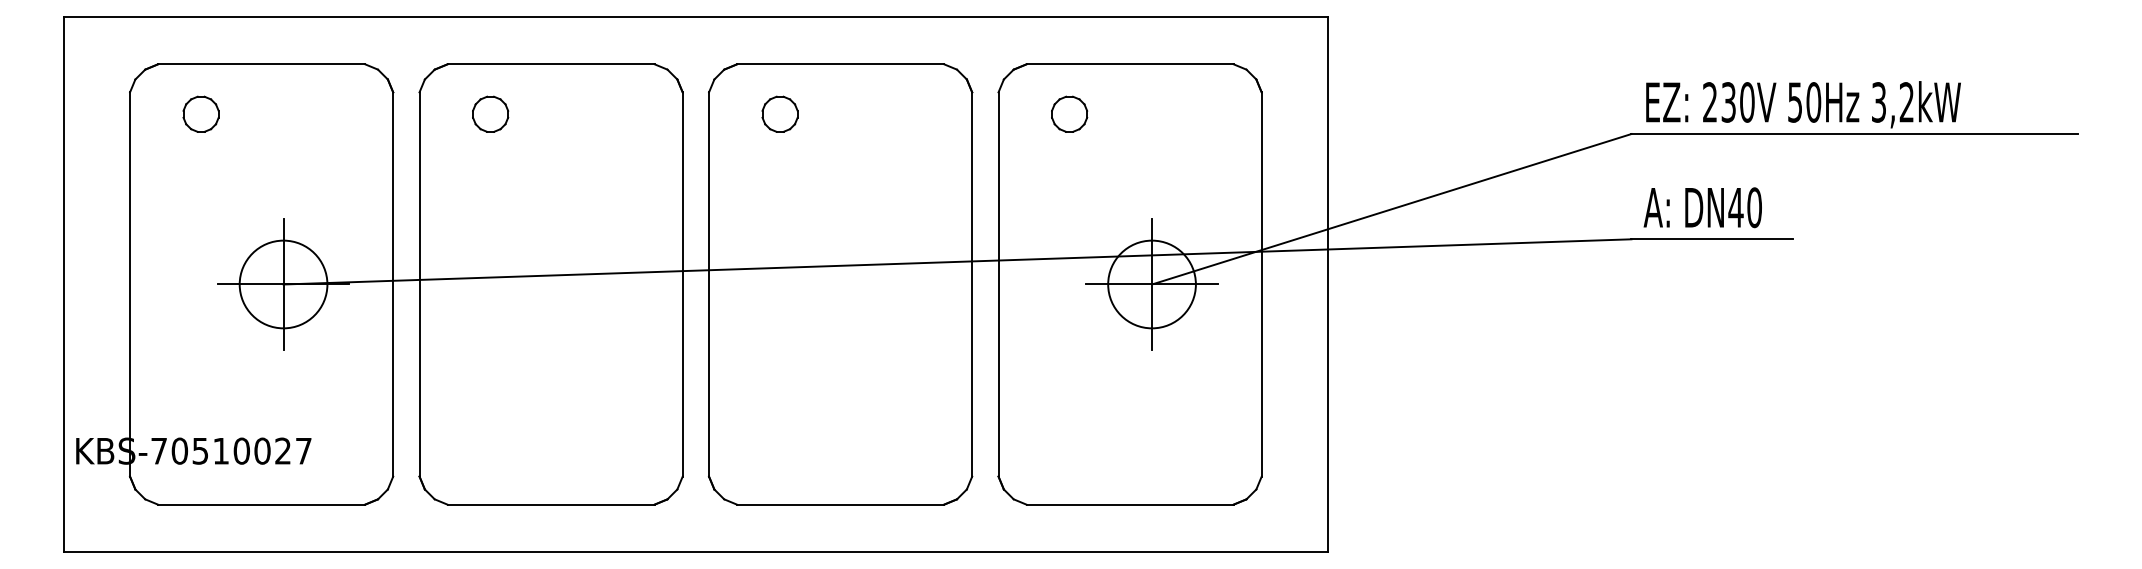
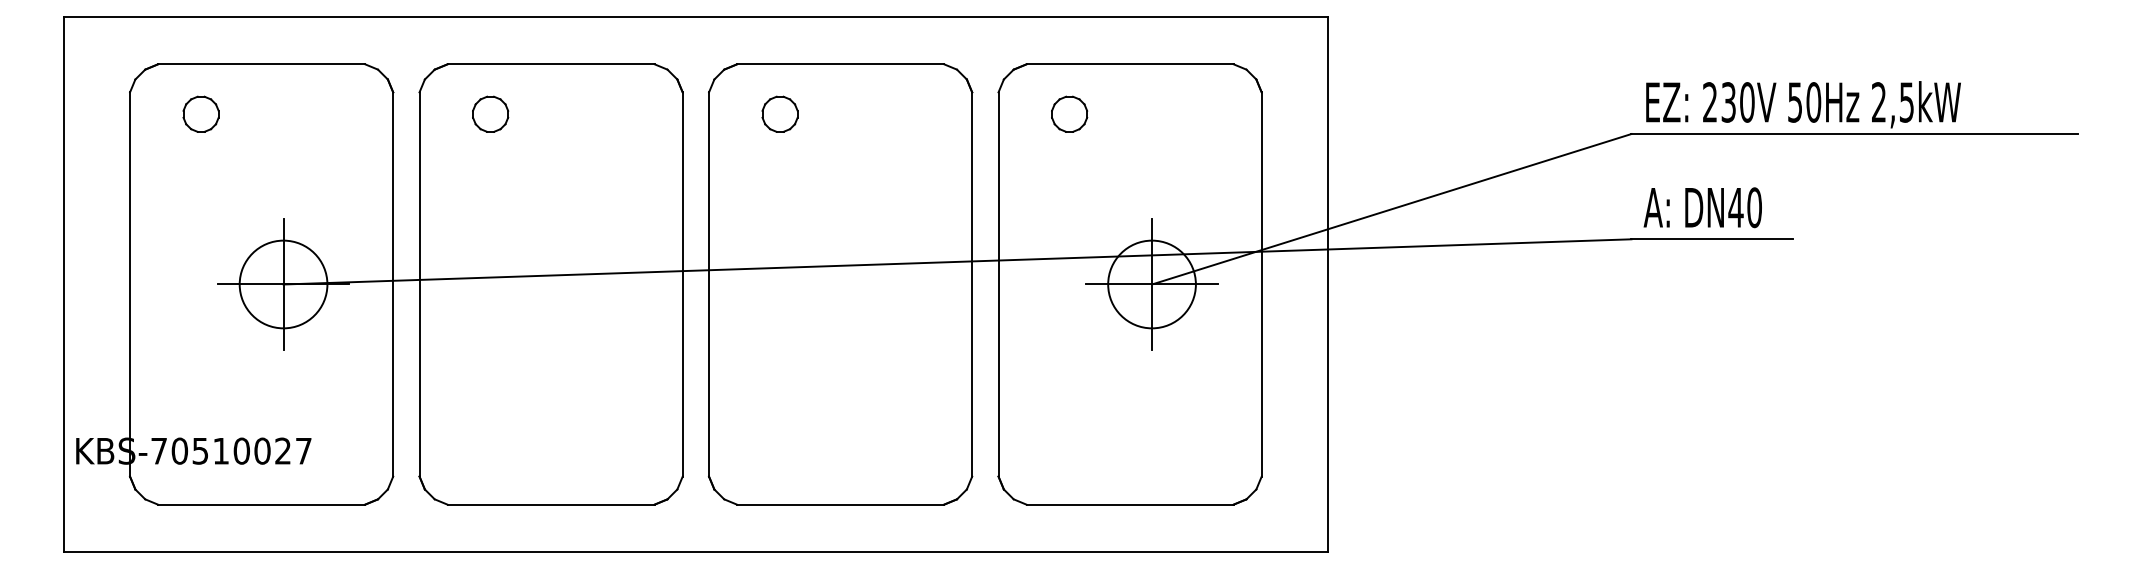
text at (1892, 102): 3,2kW -> 2,5kW
